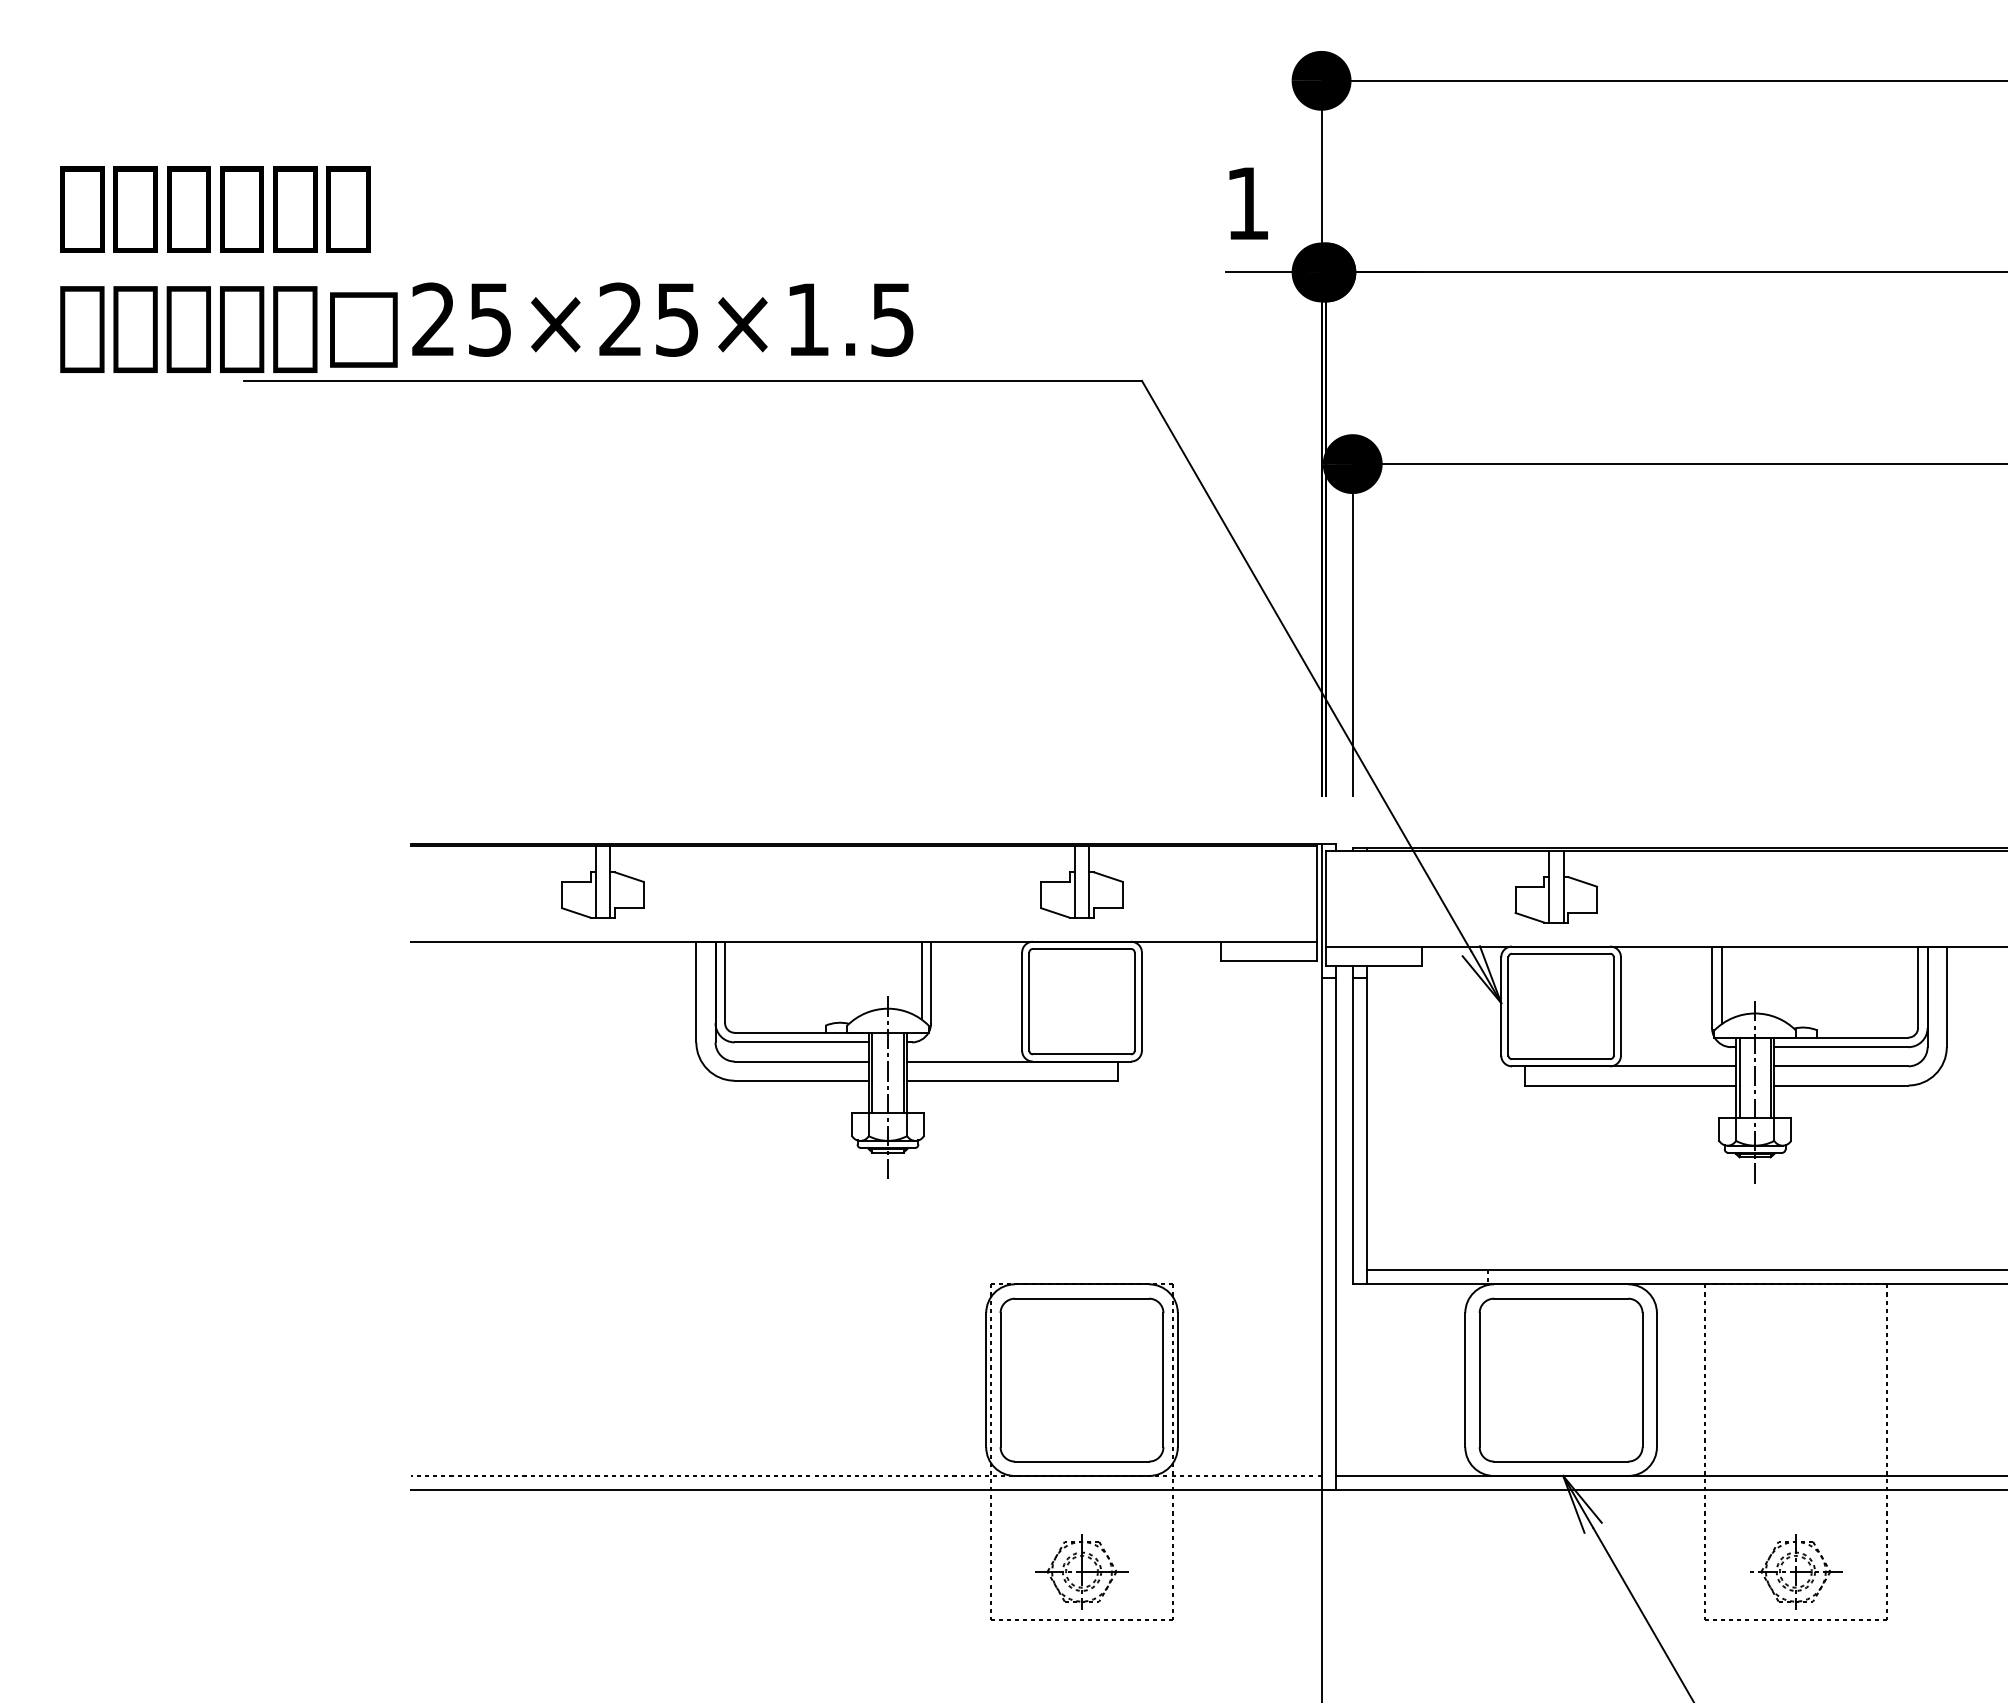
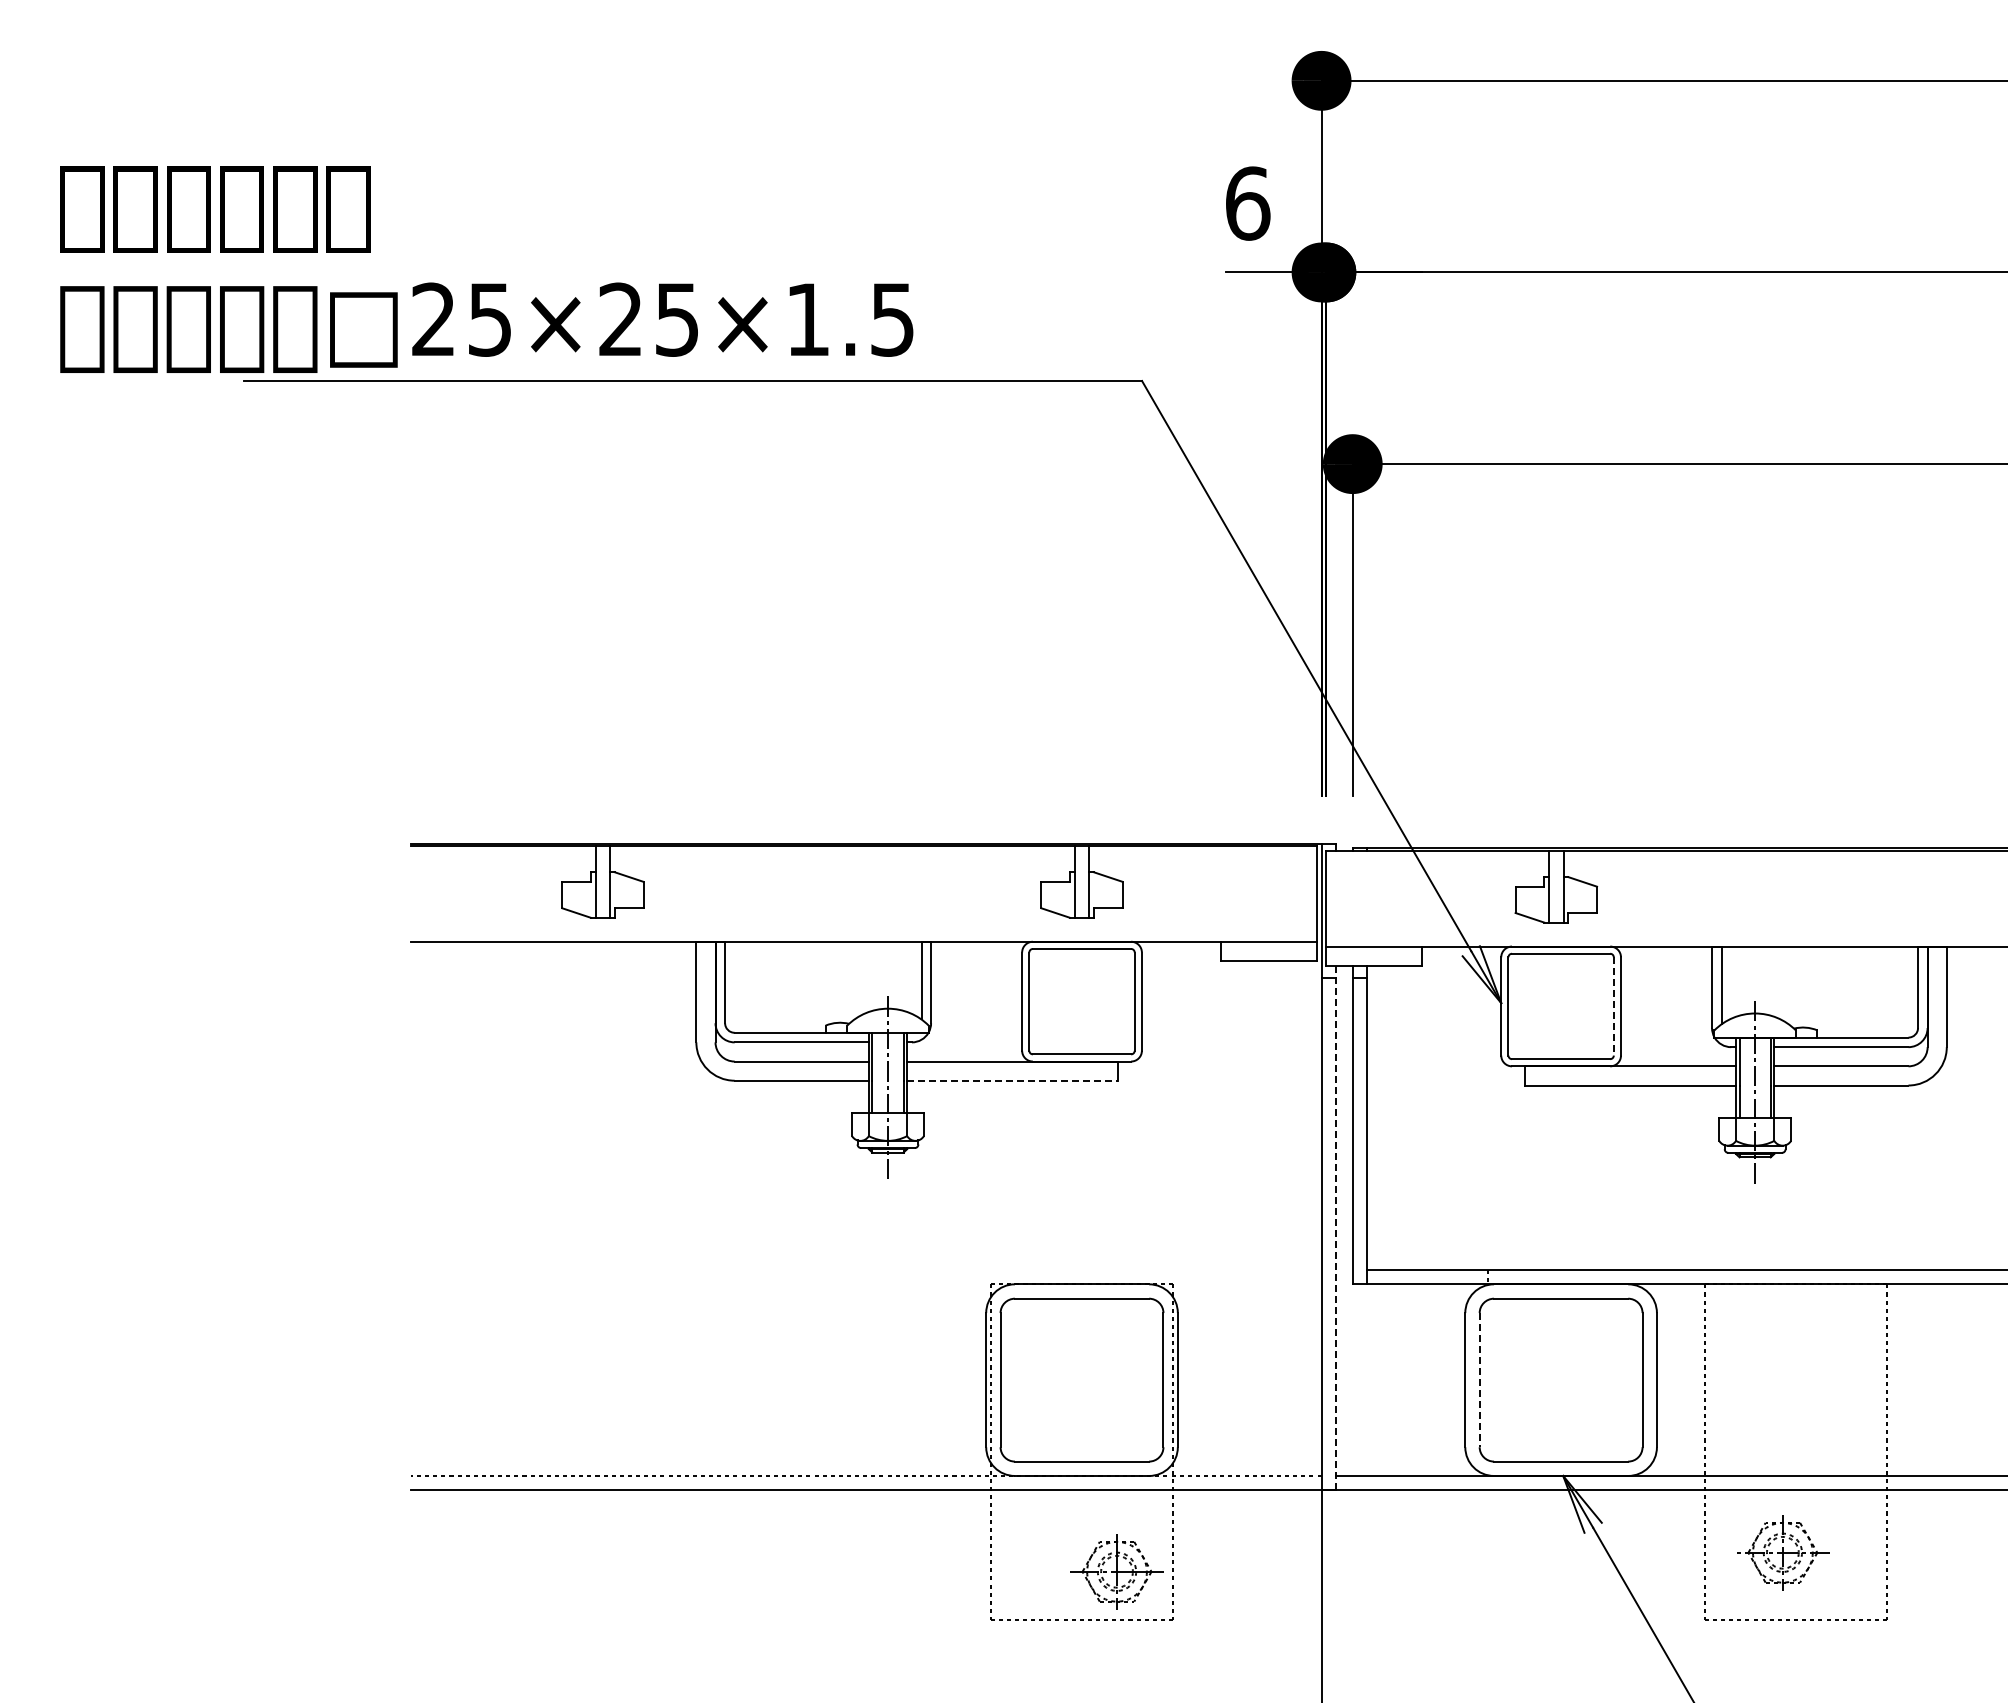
text at (1248, 203): 1 -> 6
line at (1613, 1006): solid -> dashed
line at (1013, 1080): solid -> dashed
line at (1335, 1228): solid -> dashed
line at (1479, 1380): solid -> dashed
part at (1081, 1571) position: (1081, 1571) -> (1116, 1571)
part at (1796, 1571) position: (1796, 1571) -> (1783, 1552)
